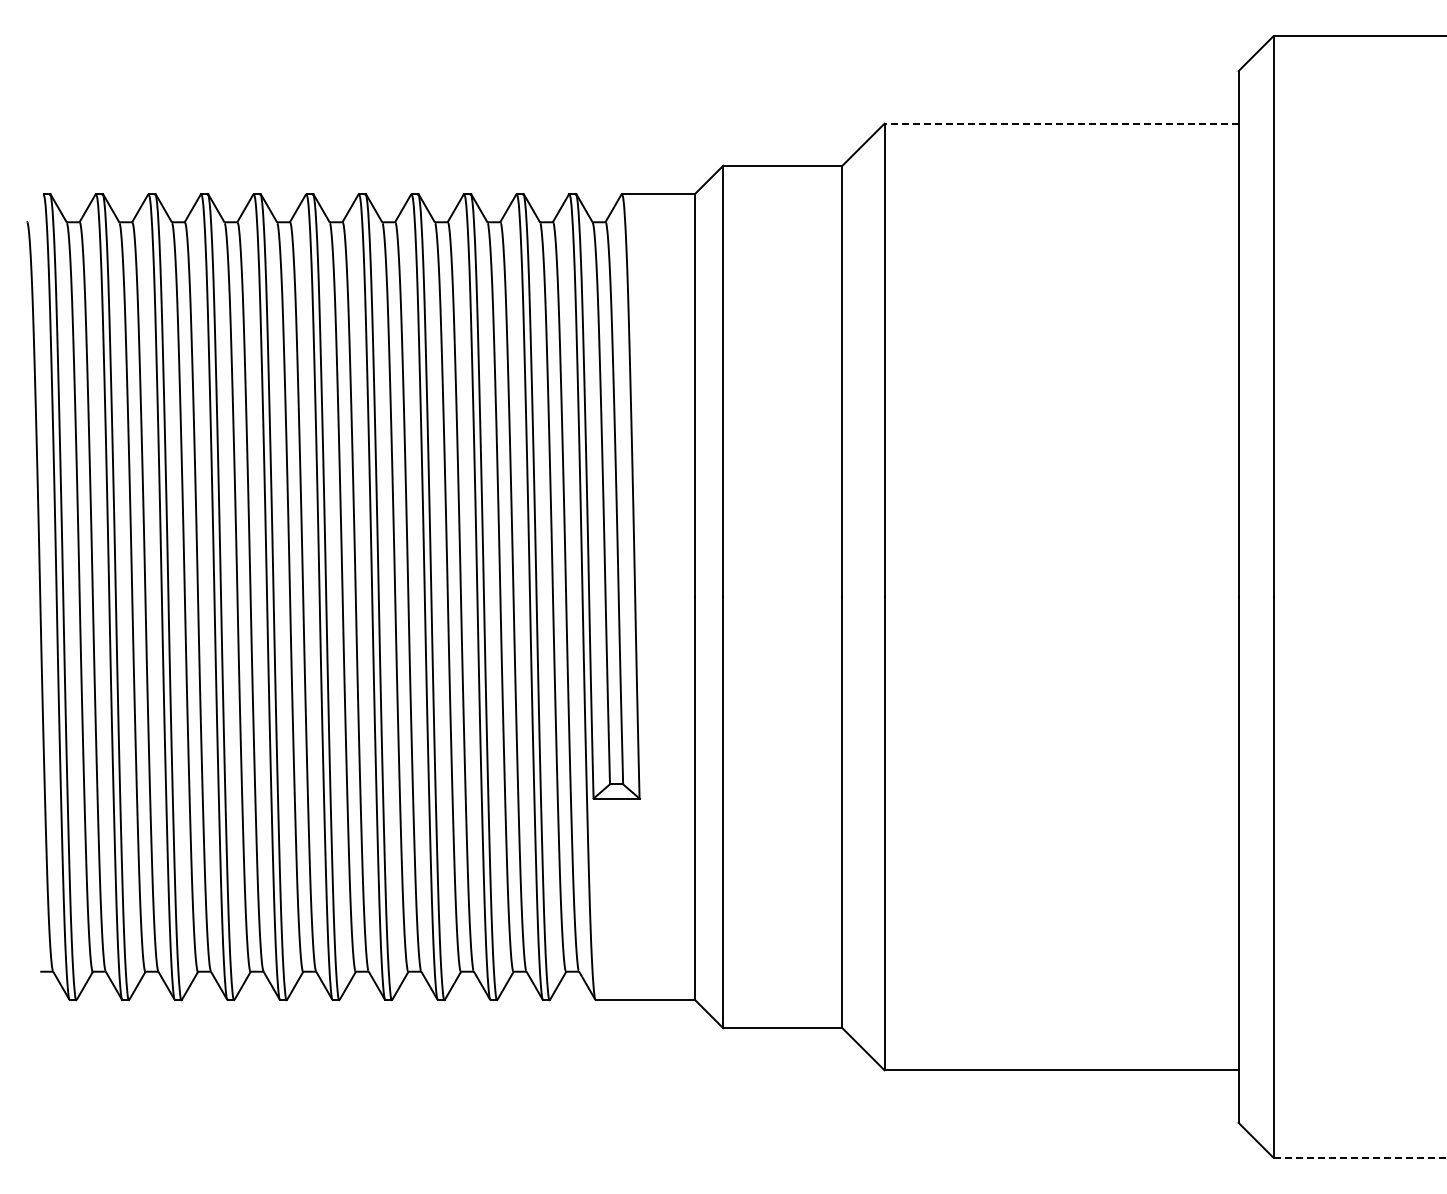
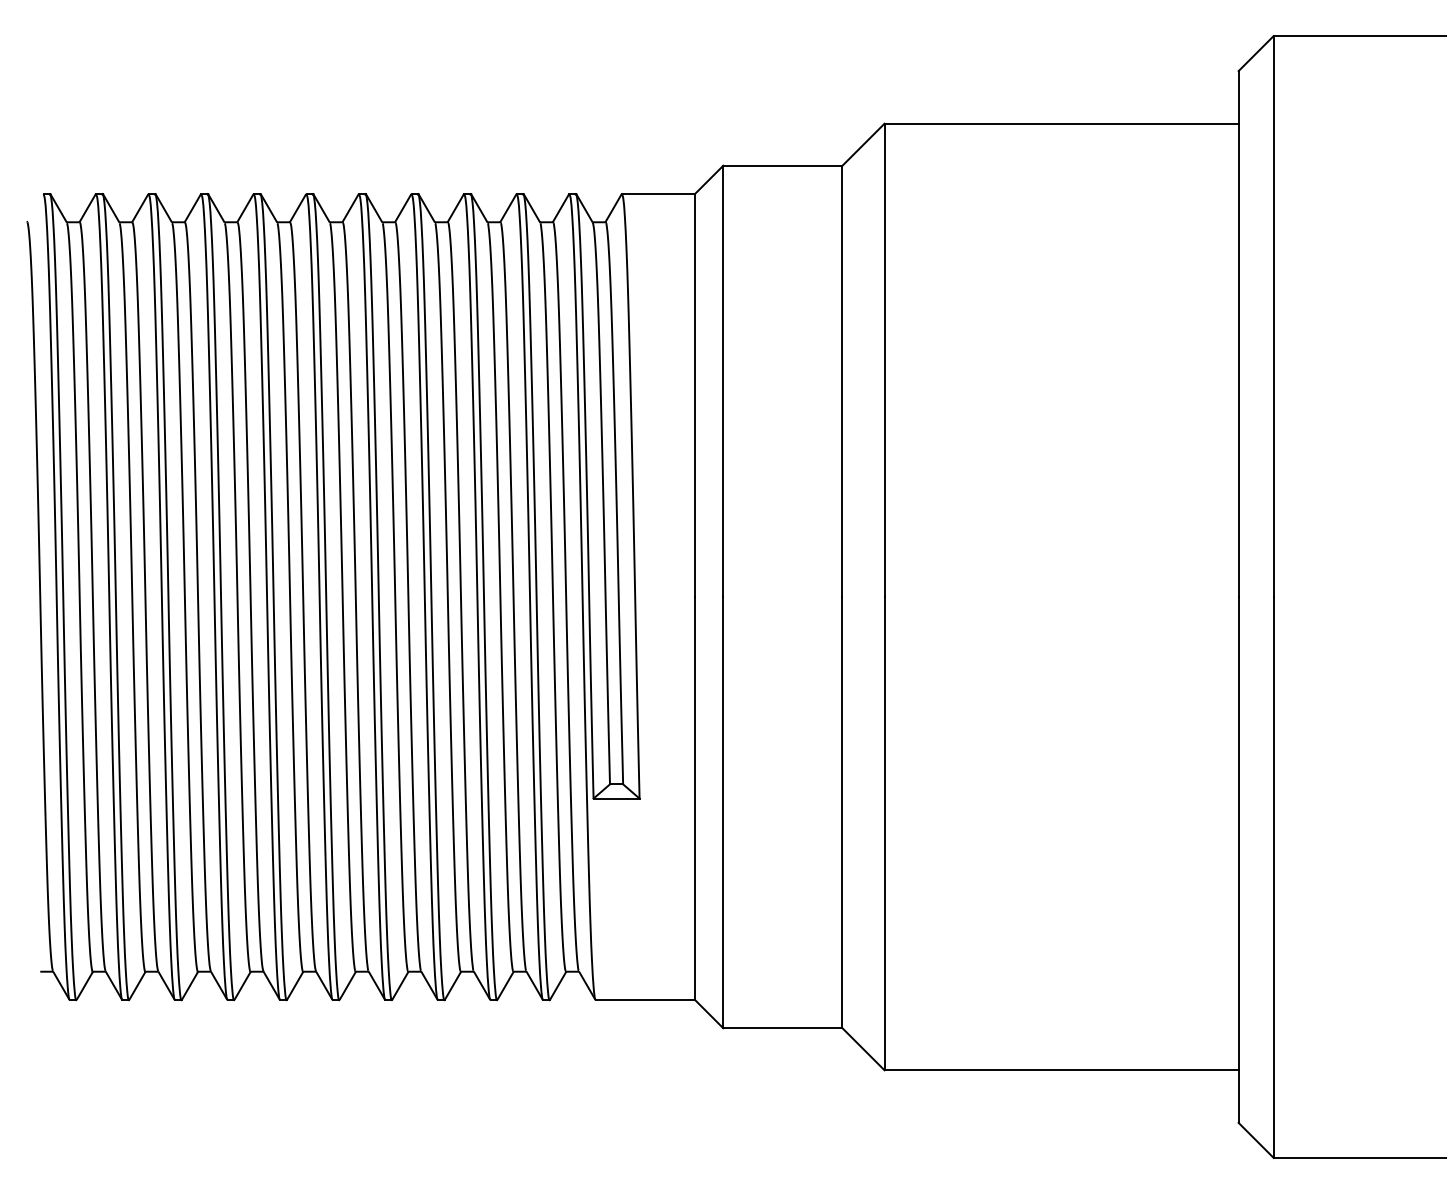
line at (1061, 123): dashed -> solid
line at (1360, 1157): dashed -> solid
